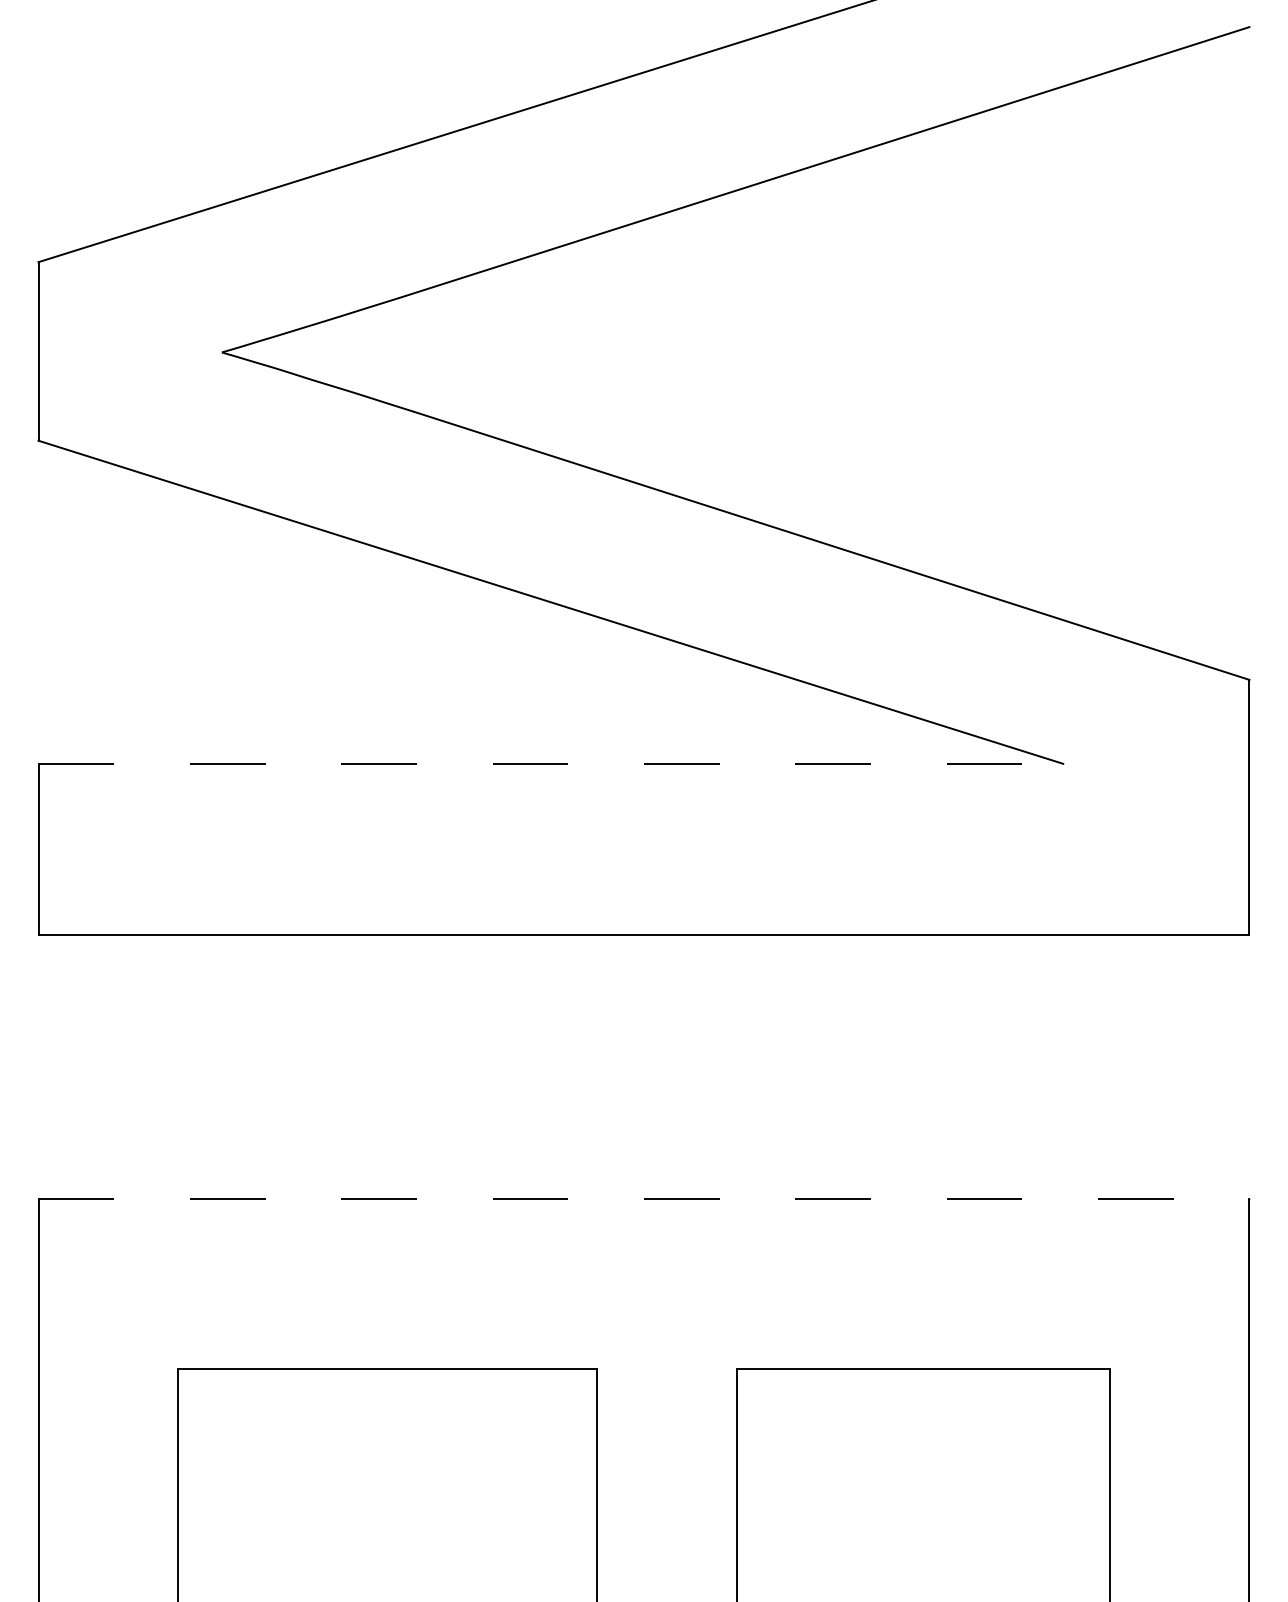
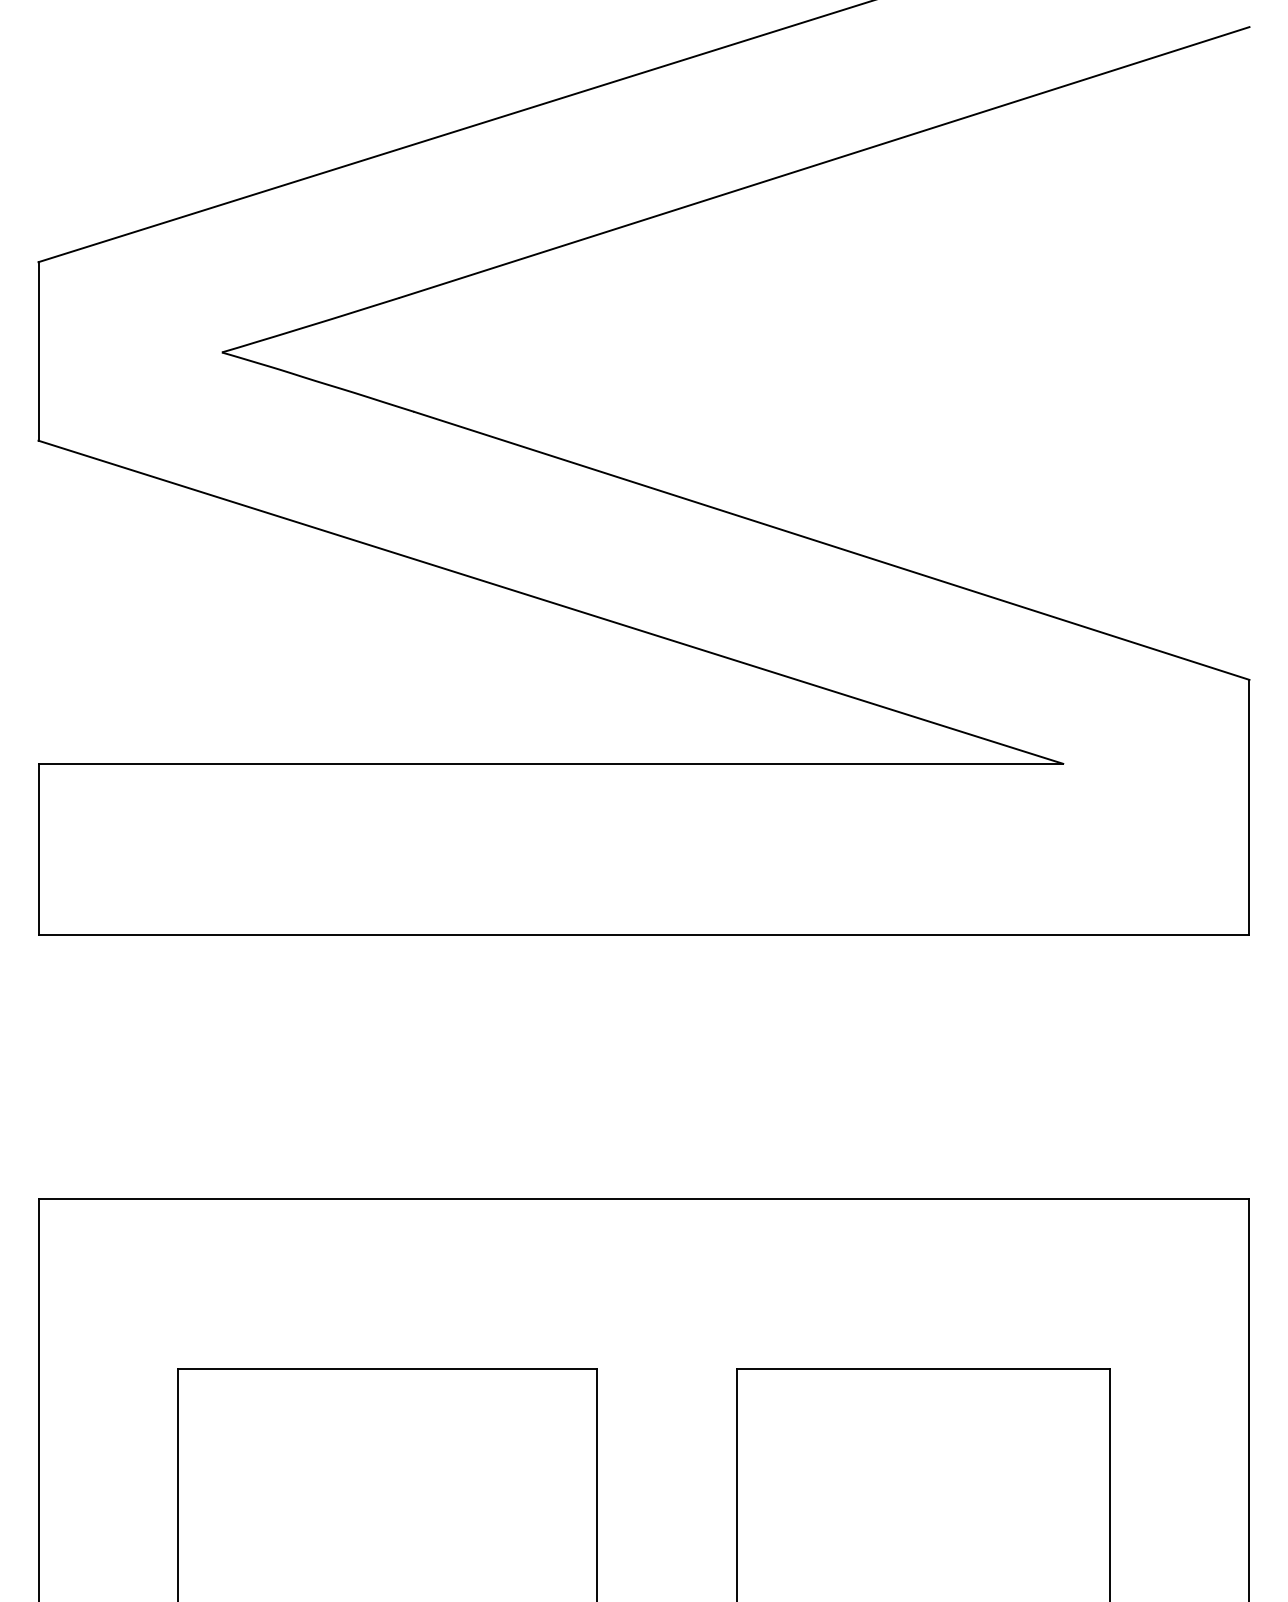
line at (551, 763): dashed -> solid
line at (644, 1198): dashed -> solid
